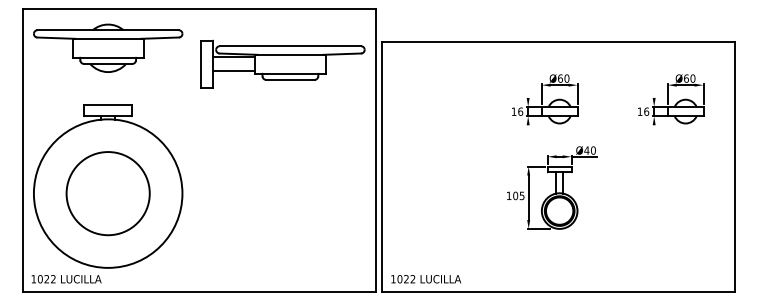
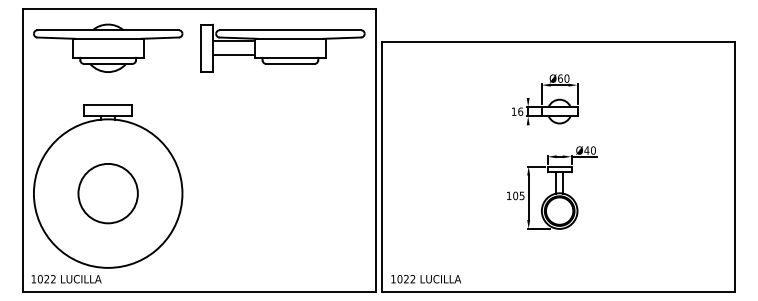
part at (282, 63) position: (282, 63) -> (282, 47)
part at (671, 99): present -> none
circle at (107, 193) diameter: 83 px -> 59 px
